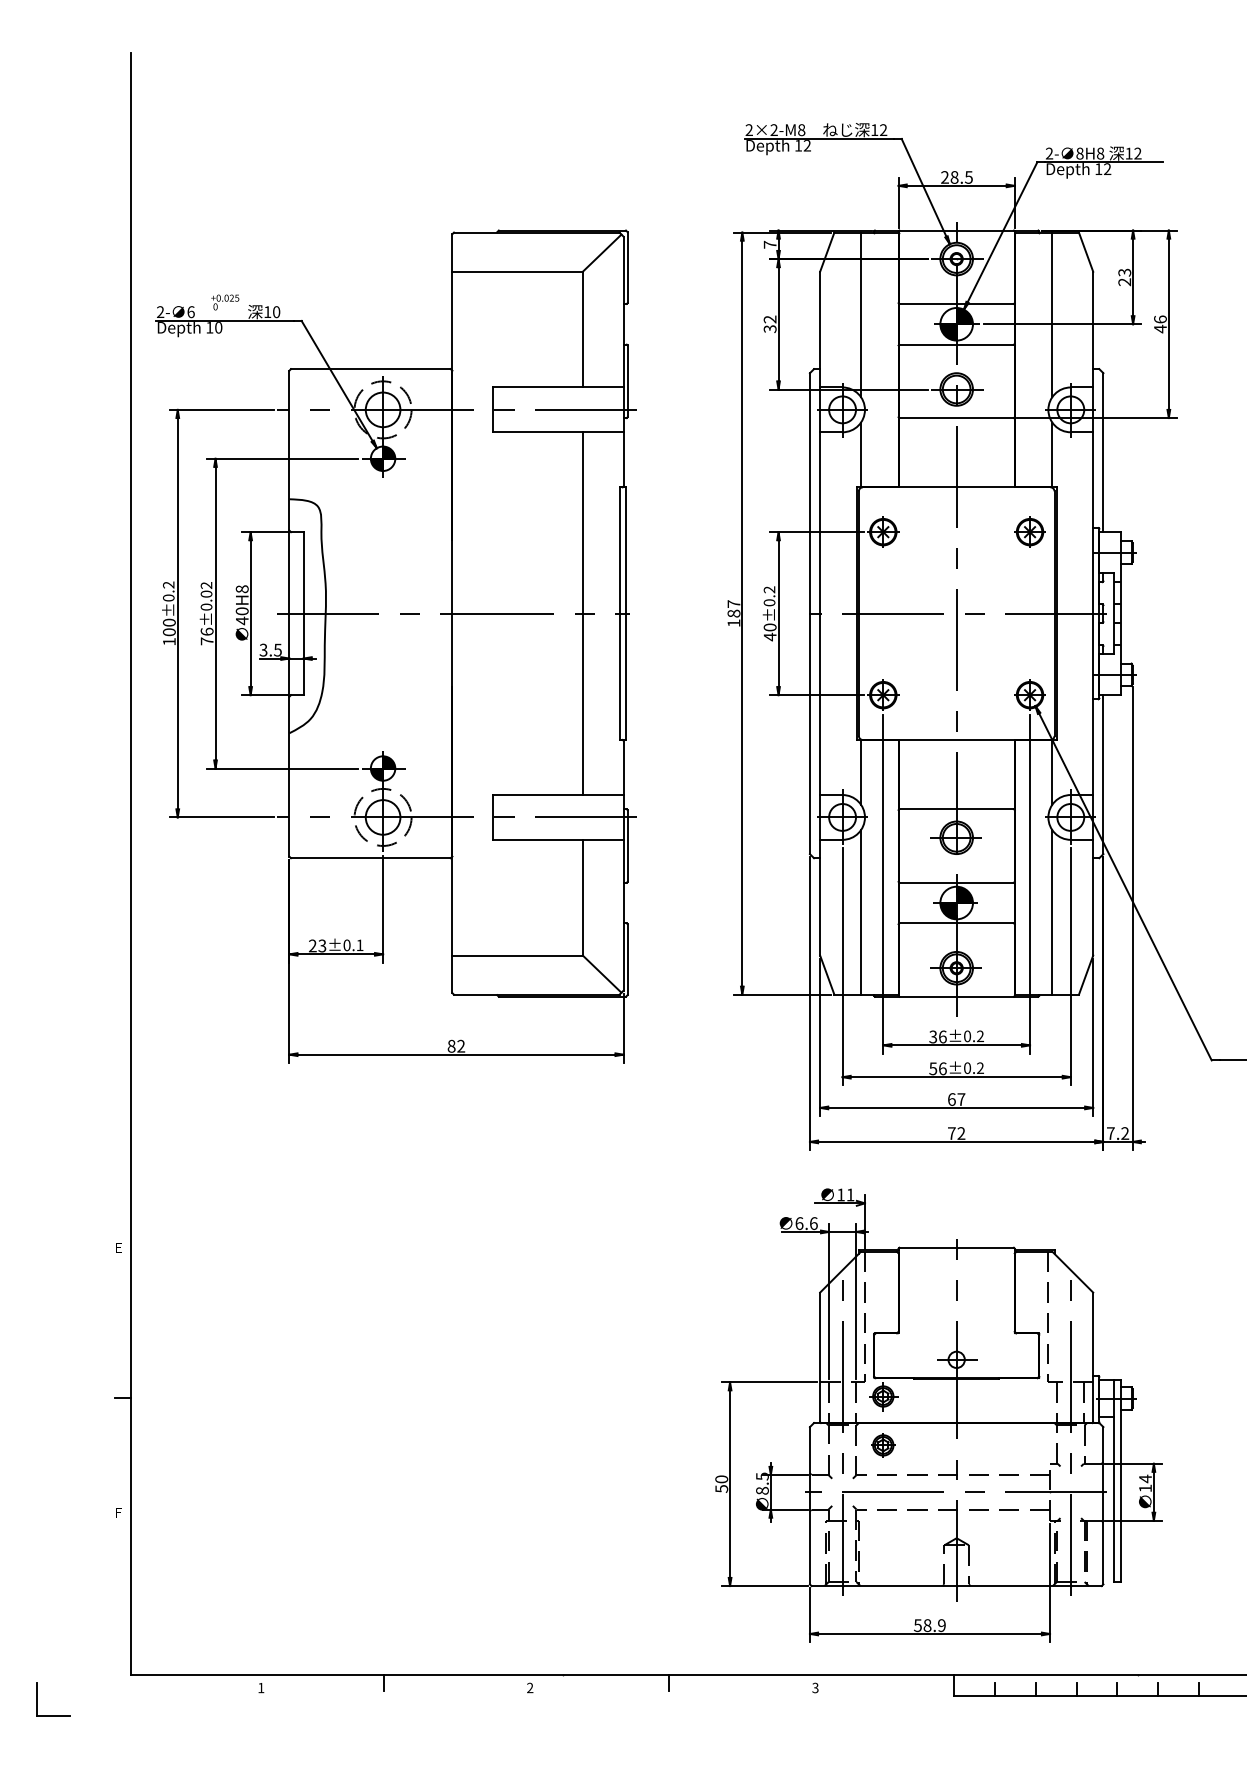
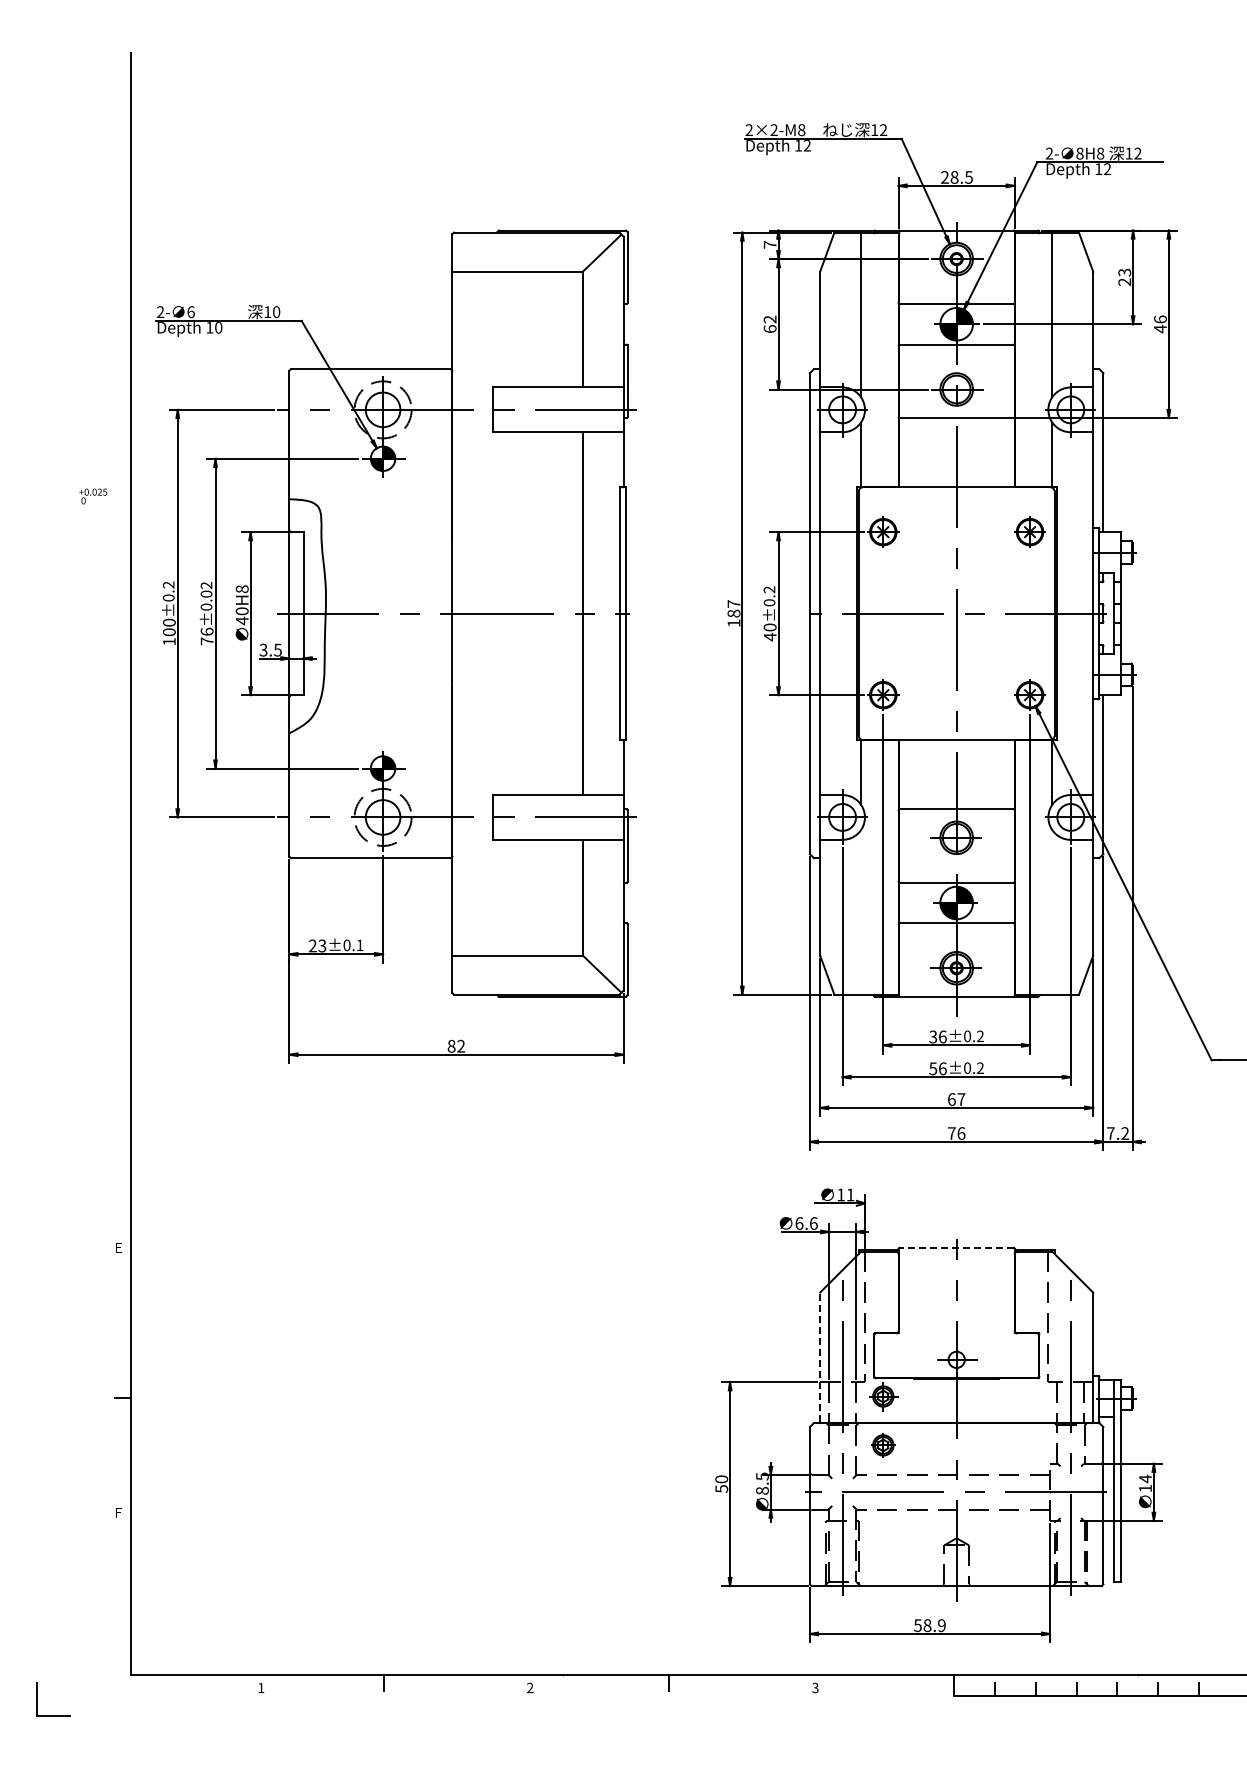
text at (225, 302) position: (225, 302) -> (93, 496)
text at (769, 328): 32 -> 62
line at (860, 912): present -> none
line at (1052, 912): present -> none
text at (961, 1133): 72 -> 76
line at (956, 1247): solid -> dashed
line at (820, 1357): solid -> dashed
